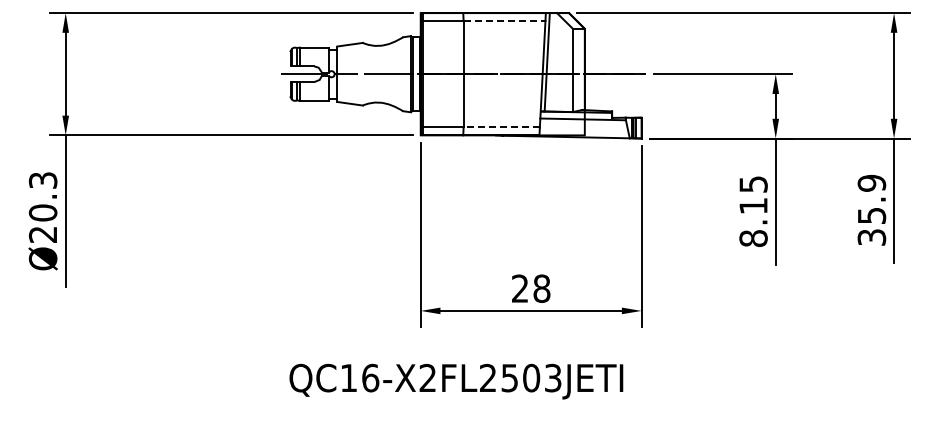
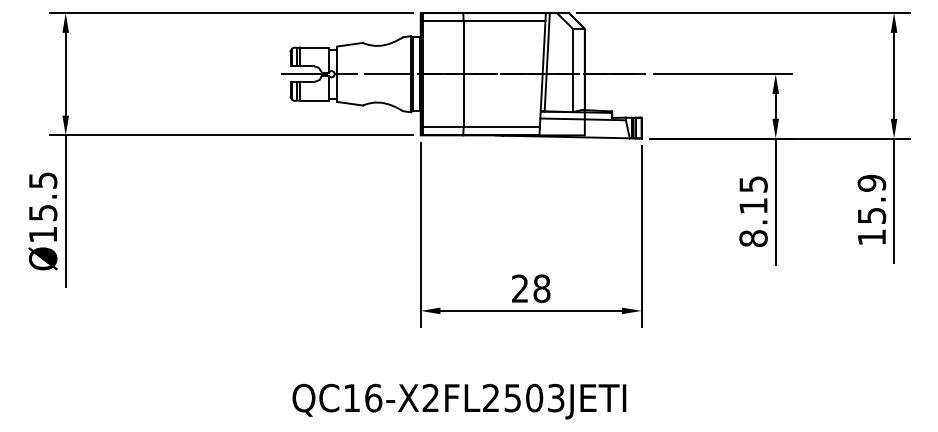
line at (504, 20): dashed -> solid
line at (501, 127): dashed -> solid
text at (42, 207): Ø20.3 -> Ø15.5
text at (871, 237): 35.9 -> 15.9
text at (456, 381) position: (456, 381) -> (459, 401)
